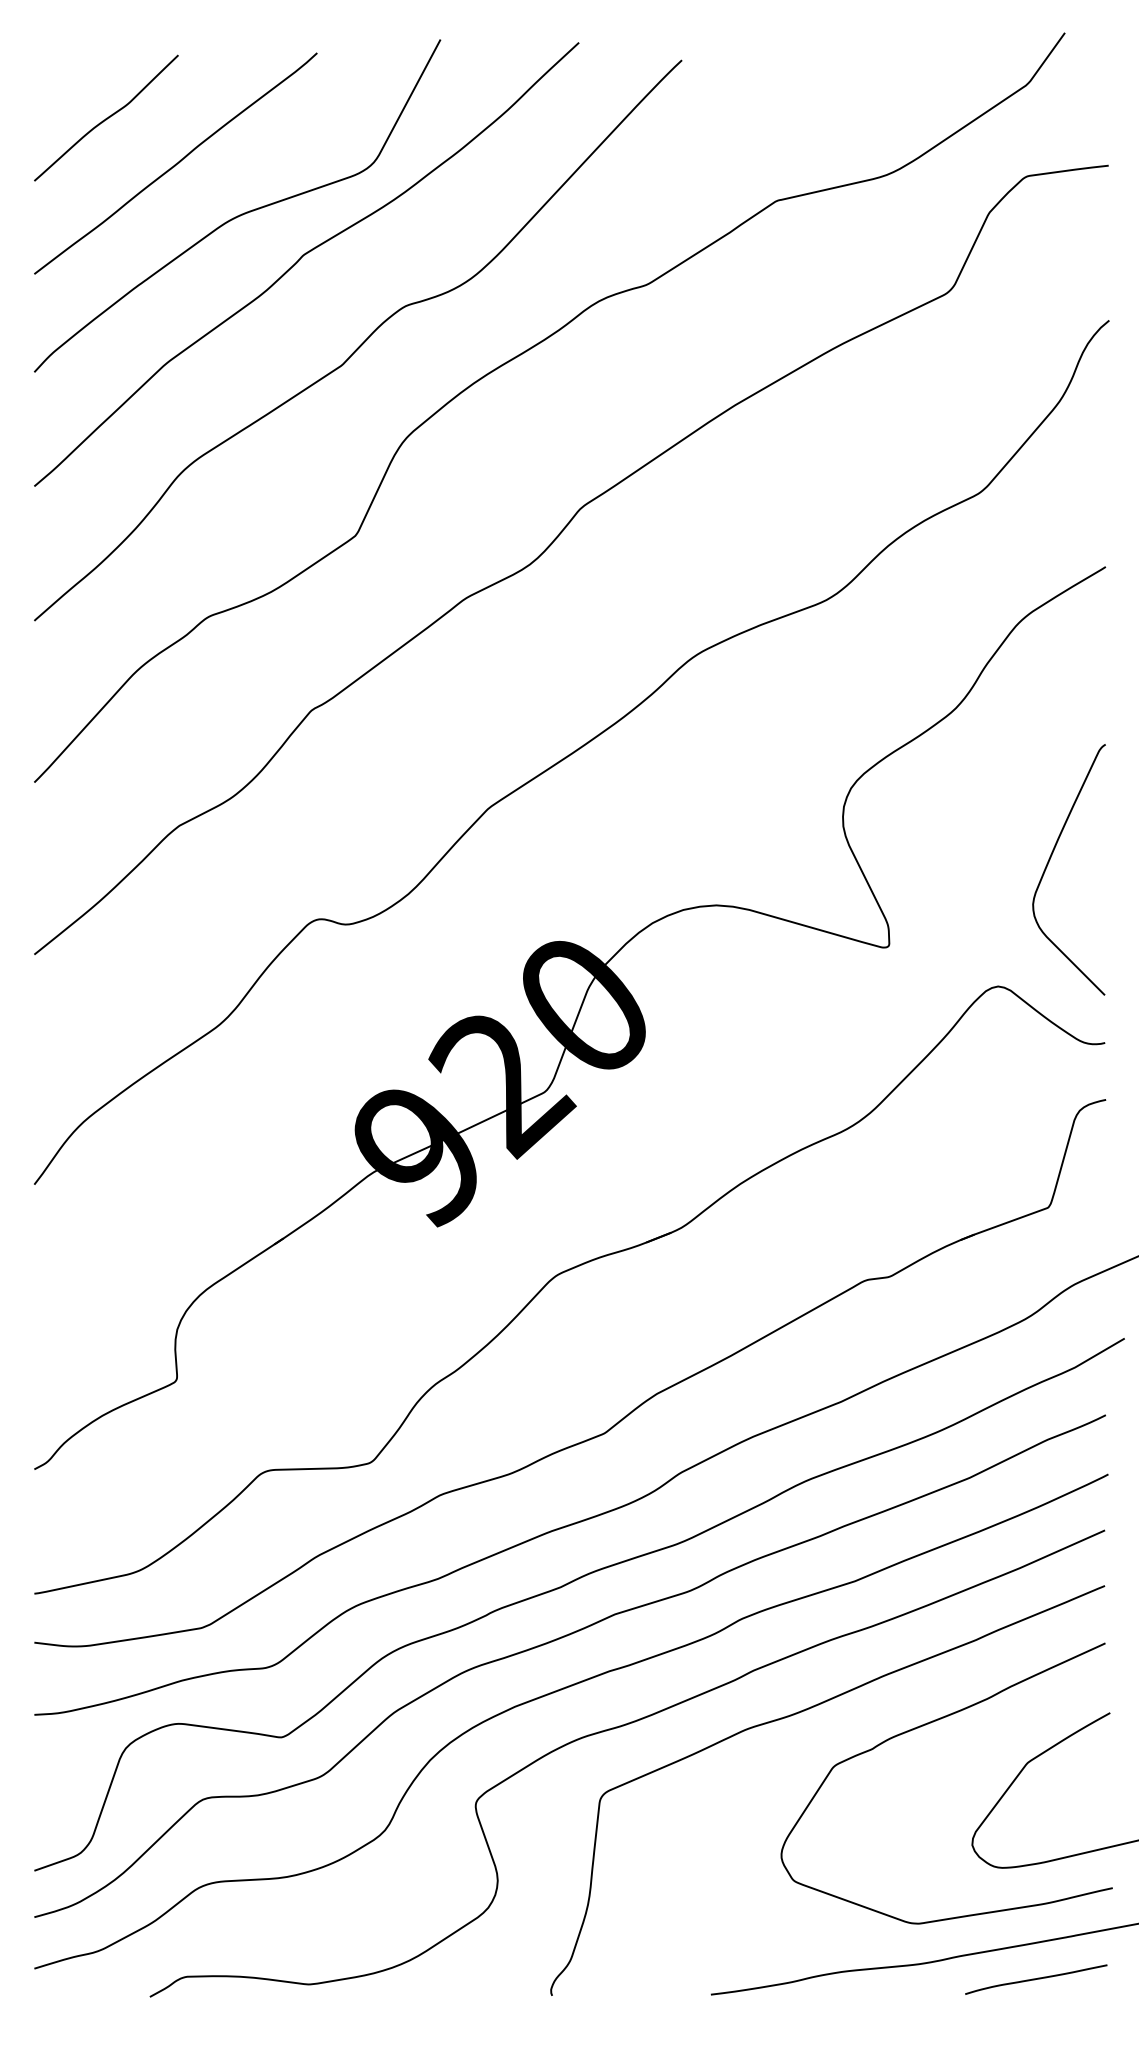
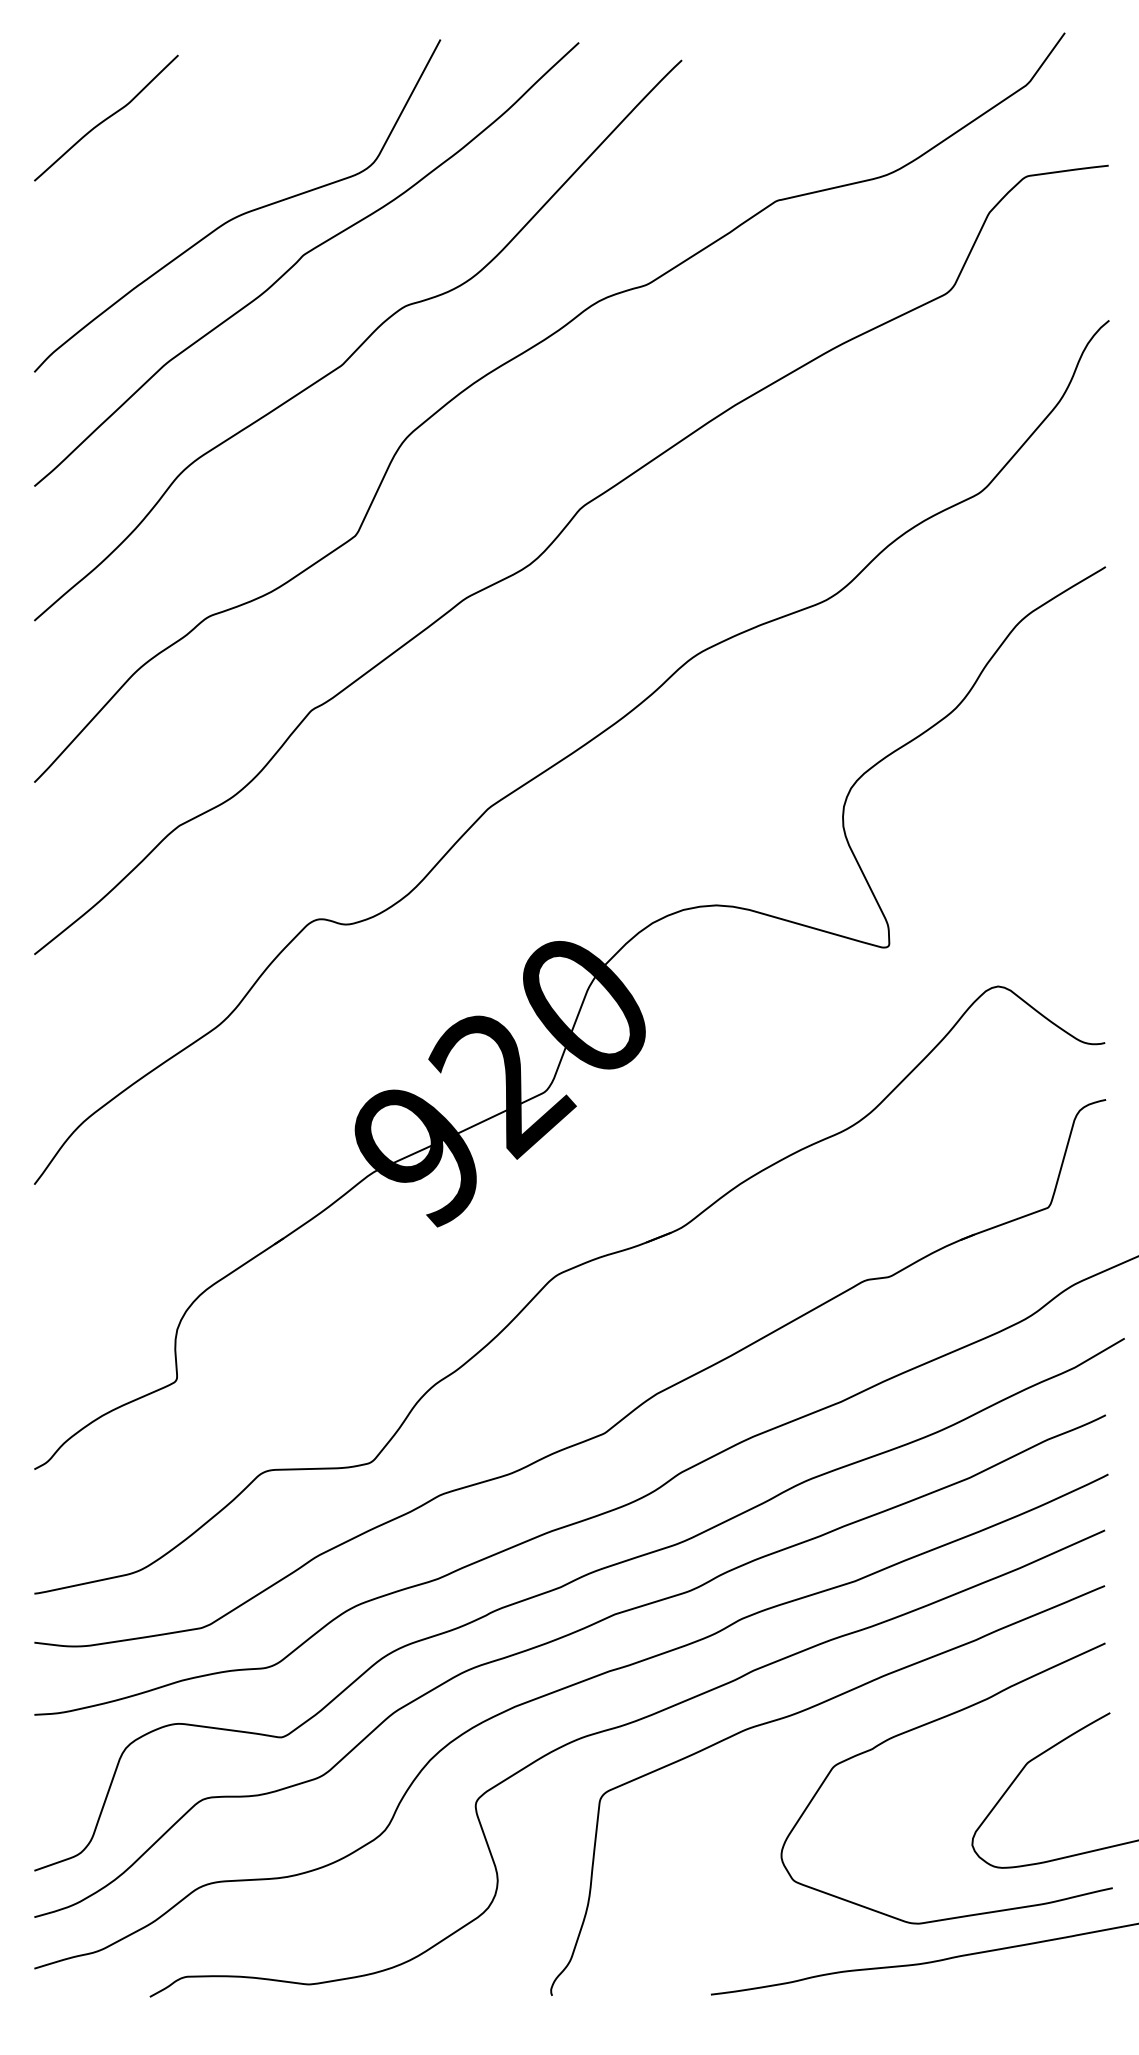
curve at (175, 163): present -> none
curve at (1050, 860): present -> none
curve at (1036, 1979): present -> none
